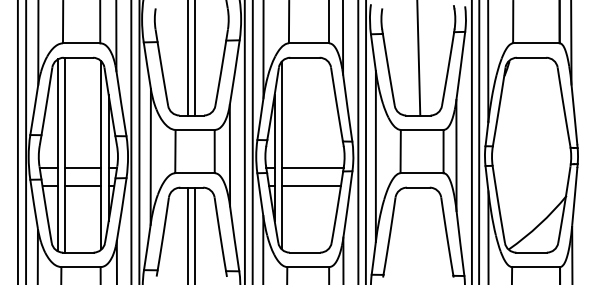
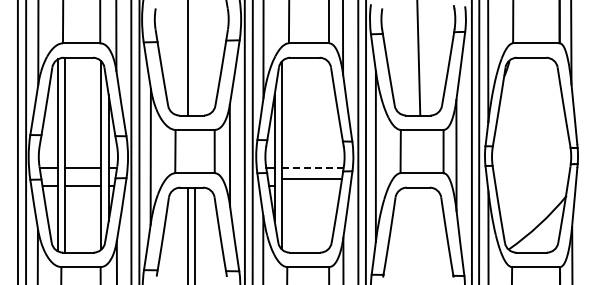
line at (195, 58): present -> none
line at (312, 167): solid -> dashed
line at (310, 186) position: (310, 186) -> (310, 179)
